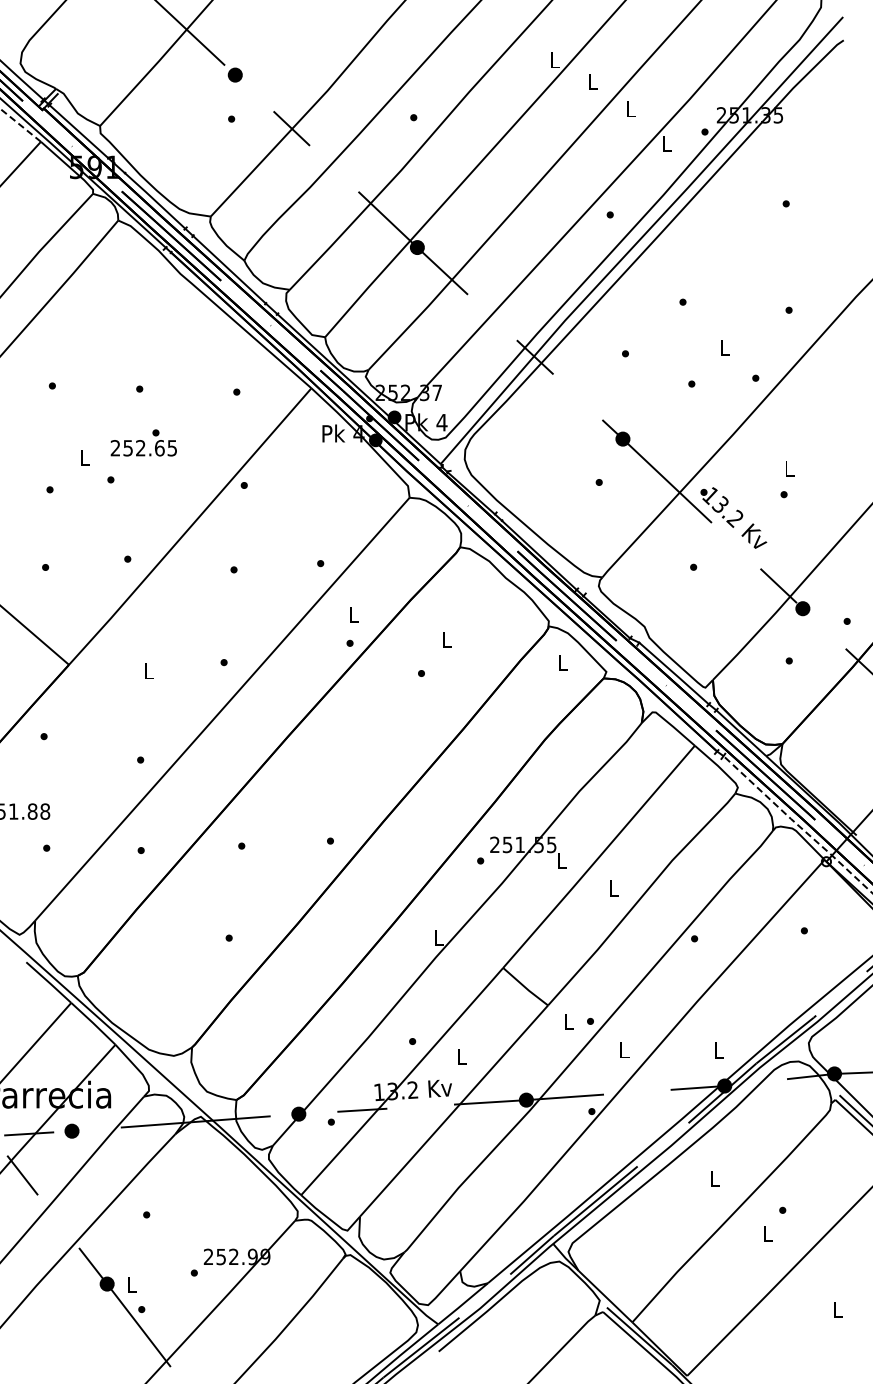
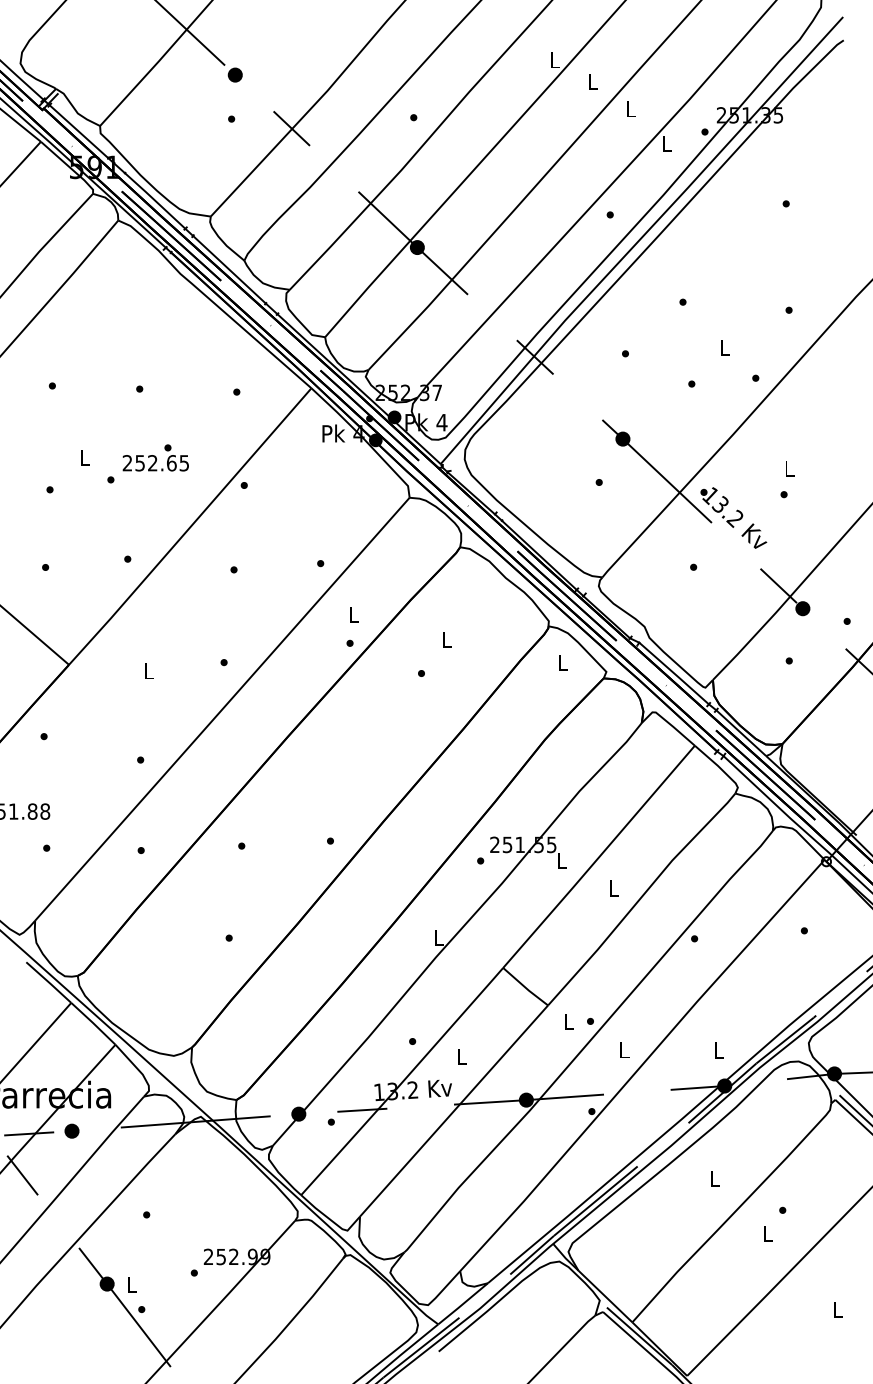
line at (20, 124): dashed -> solid
text at (143, 442) position: (143, 442) -> (155, 457)
line at (797, 824): dashed -> solid
